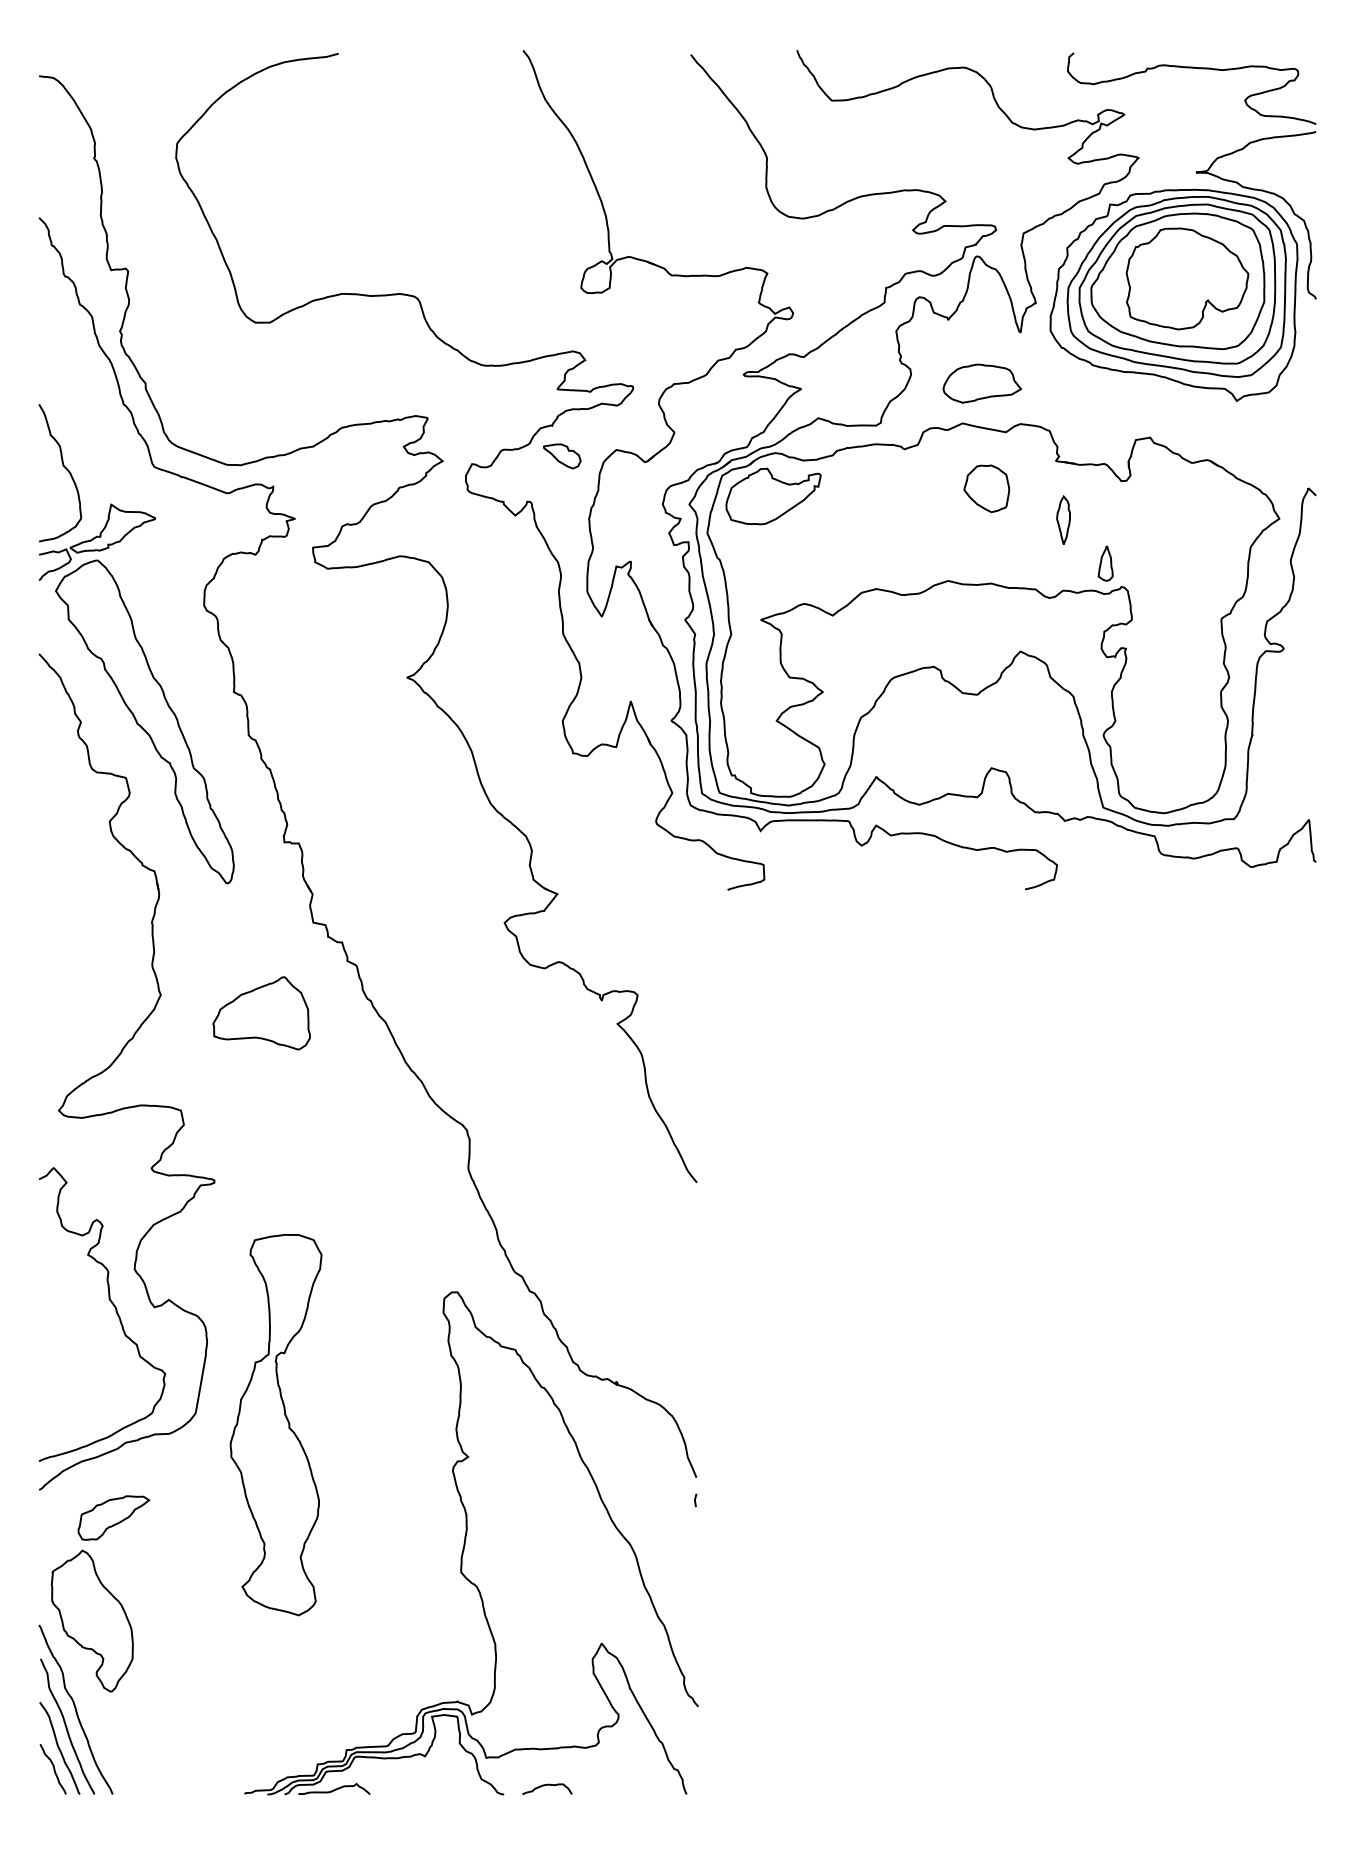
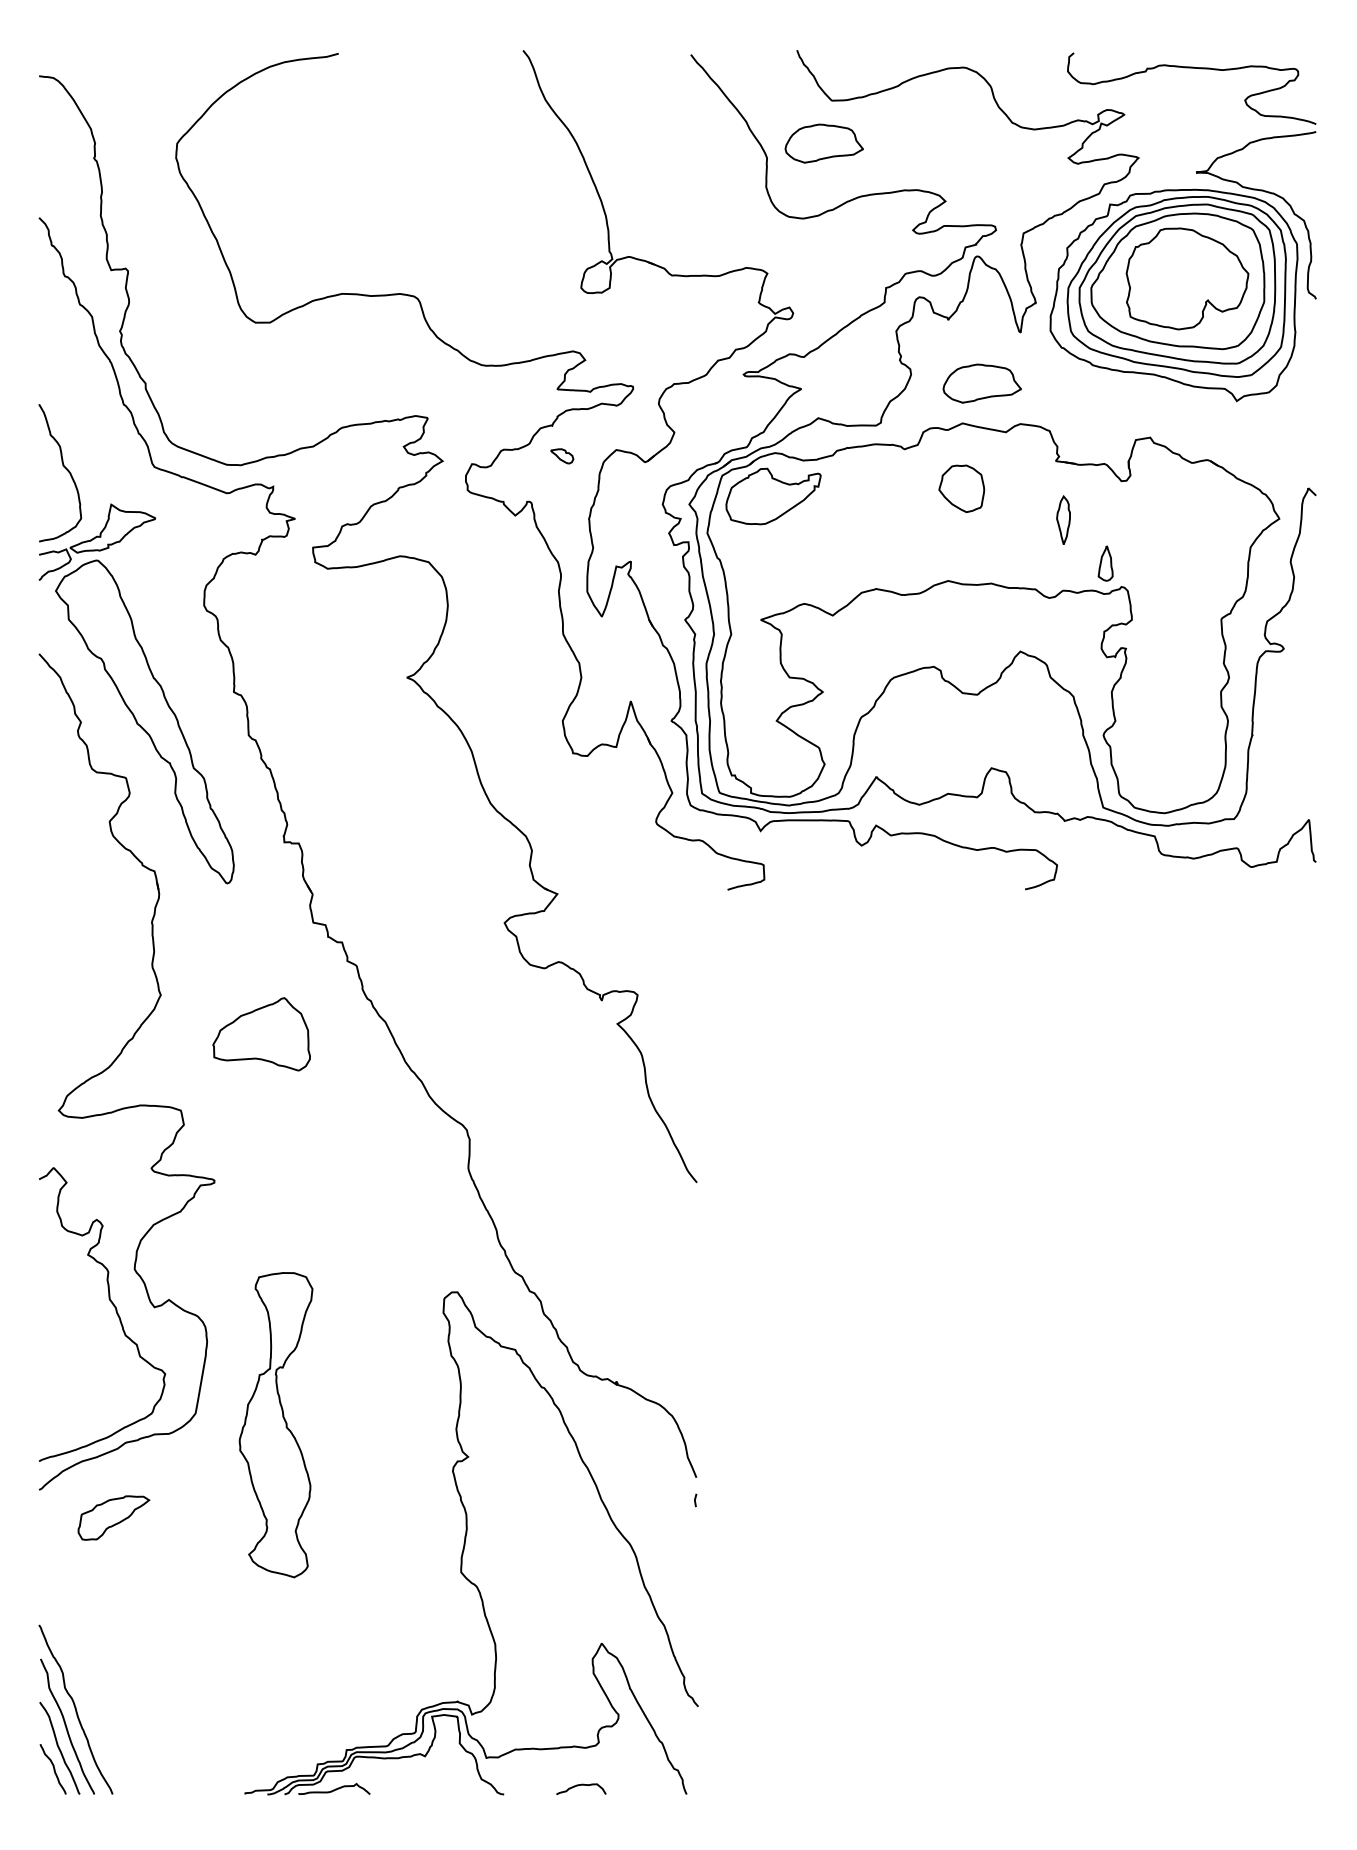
part at (823, 143): none -> present
part at (562, 456) size: 39x27 px -> 25x17 px
part at (986, 488) position: (986, 488) -> (961, 488)
part at (261, 1013) position: (261, 1013) -> (261, 1034)
part at (275, 1425) size: 94x383 px -> 76x307 px
part at (91, 1620): present -> none
curve at (547, 1785) position: (547, 1785) -> (581, 1785)
